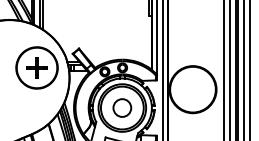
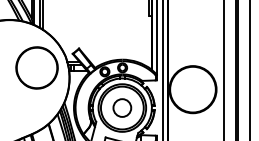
part at (36, 67): present -> none
line at (229, 69): present -> none
line at (244, 69): present -> none
